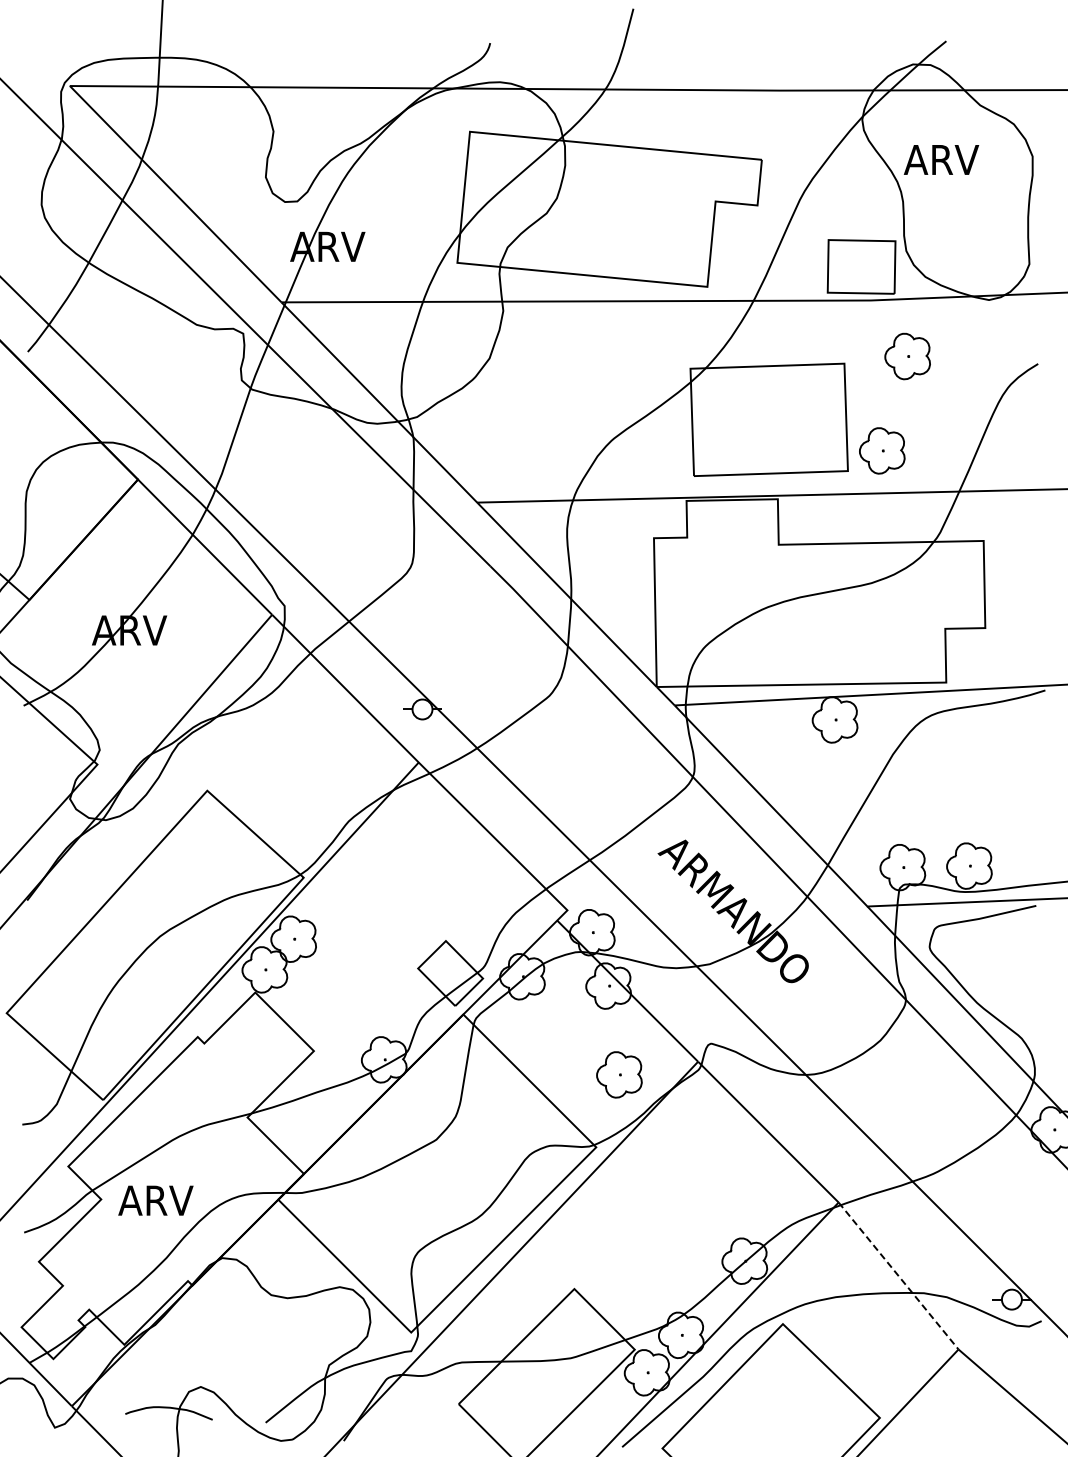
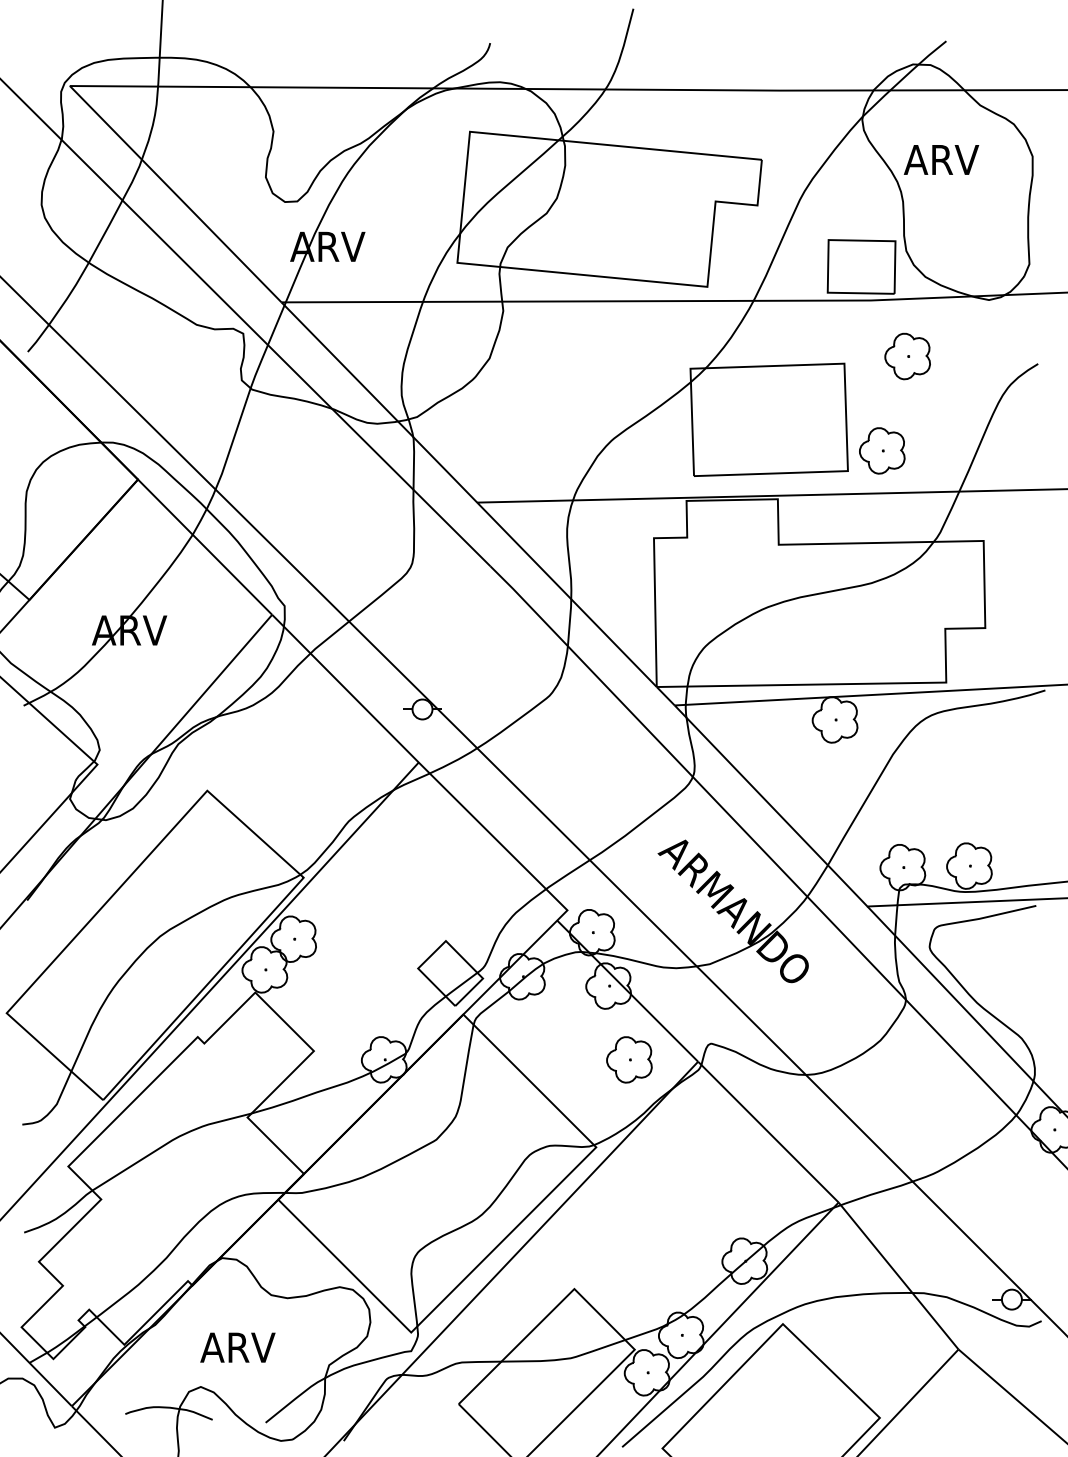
part at (619, 1074) position: (619, 1074) -> (629, 1059)
text at (155, 1200) position: (155, 1200) -> (237, 1347)
line at (898, 1276): dashed -> solid
